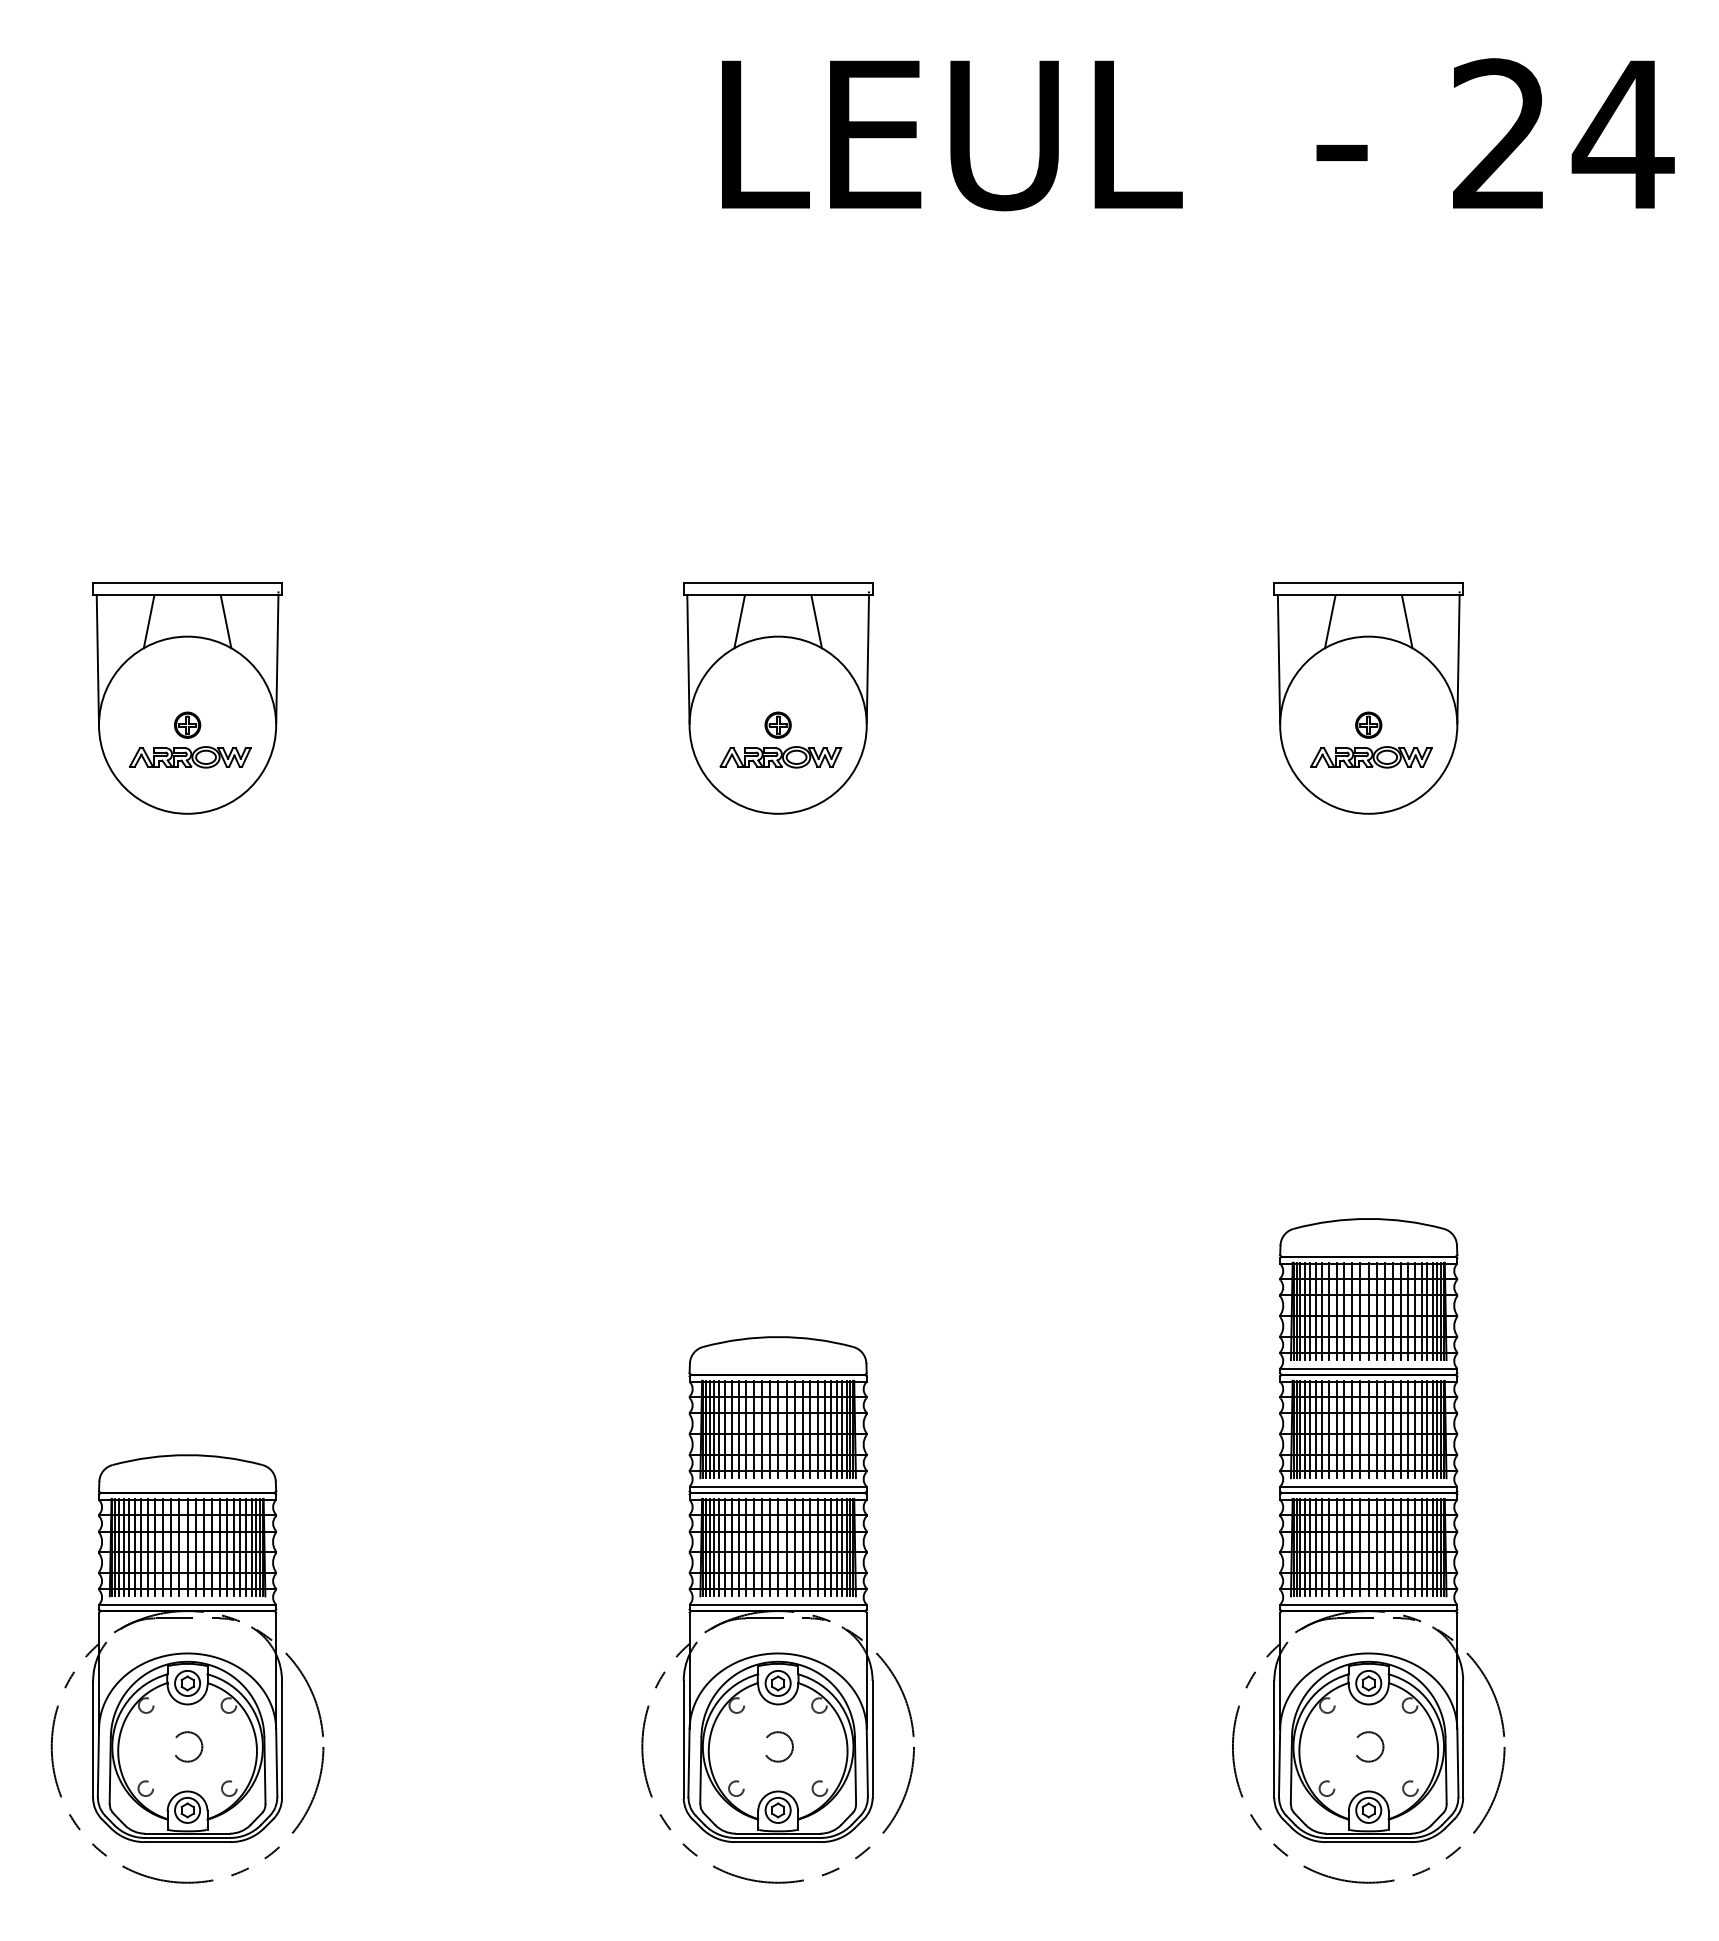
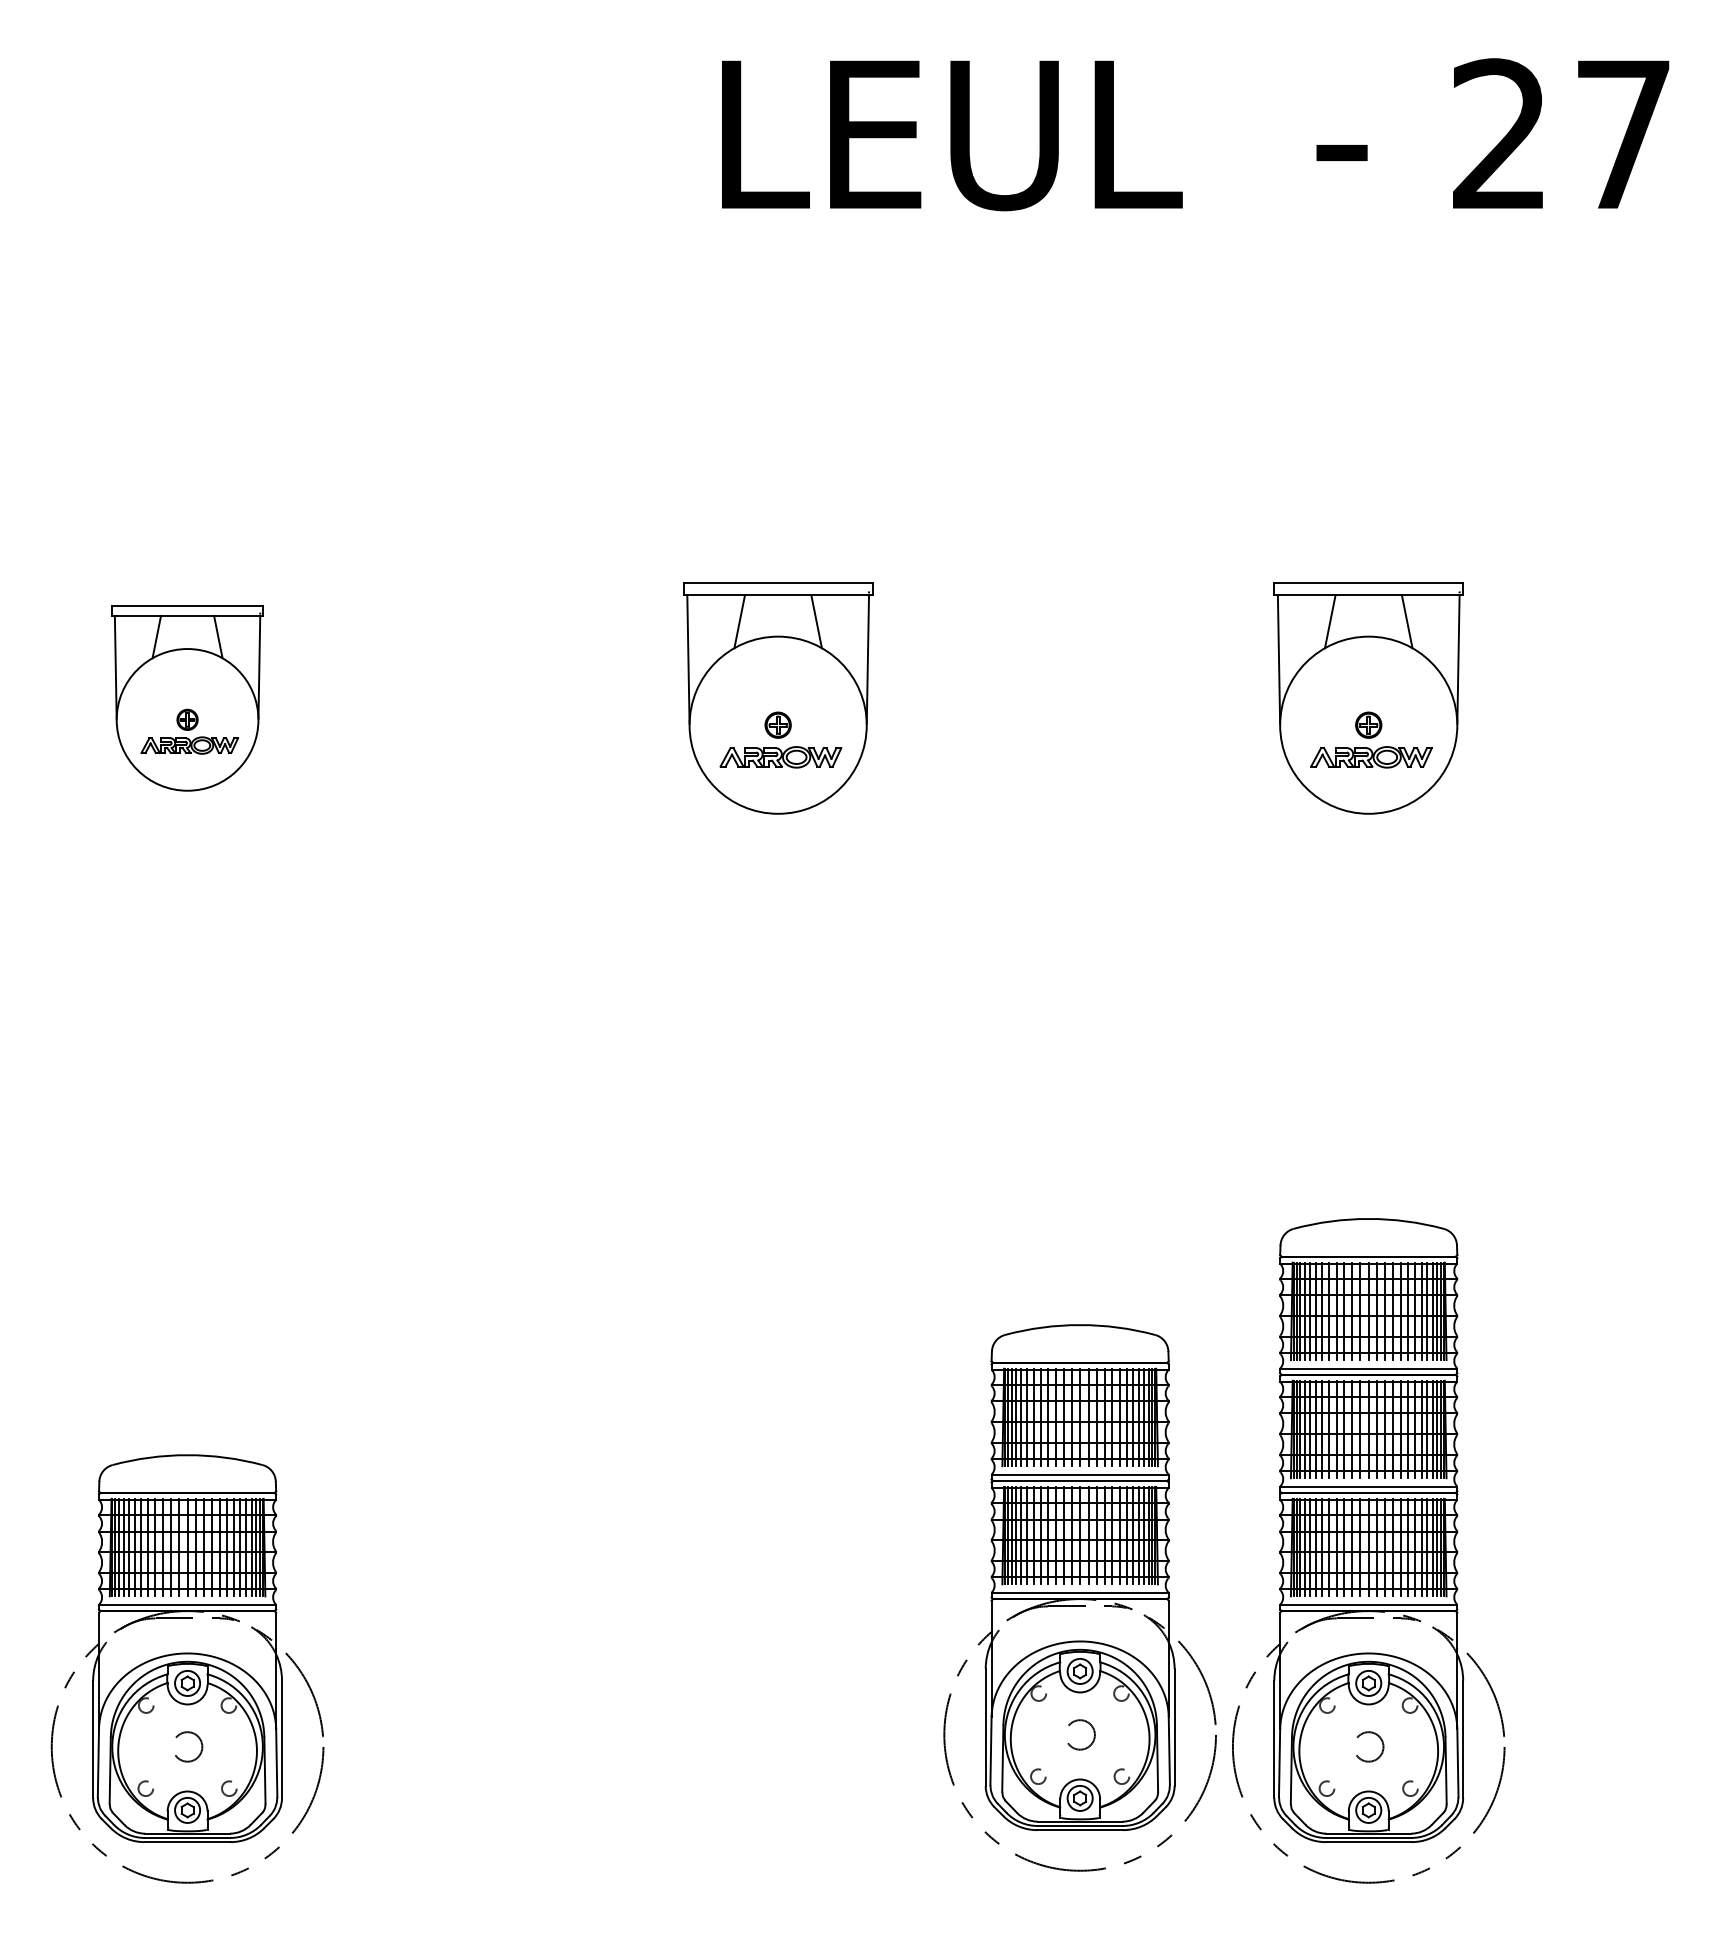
text at (1622, 134): 24 -> 27
part at (187, 698) size: 191x233 px -> 153x187 px
part at (777, 1609) position: (777, 1609) -> (1079, 1597)
